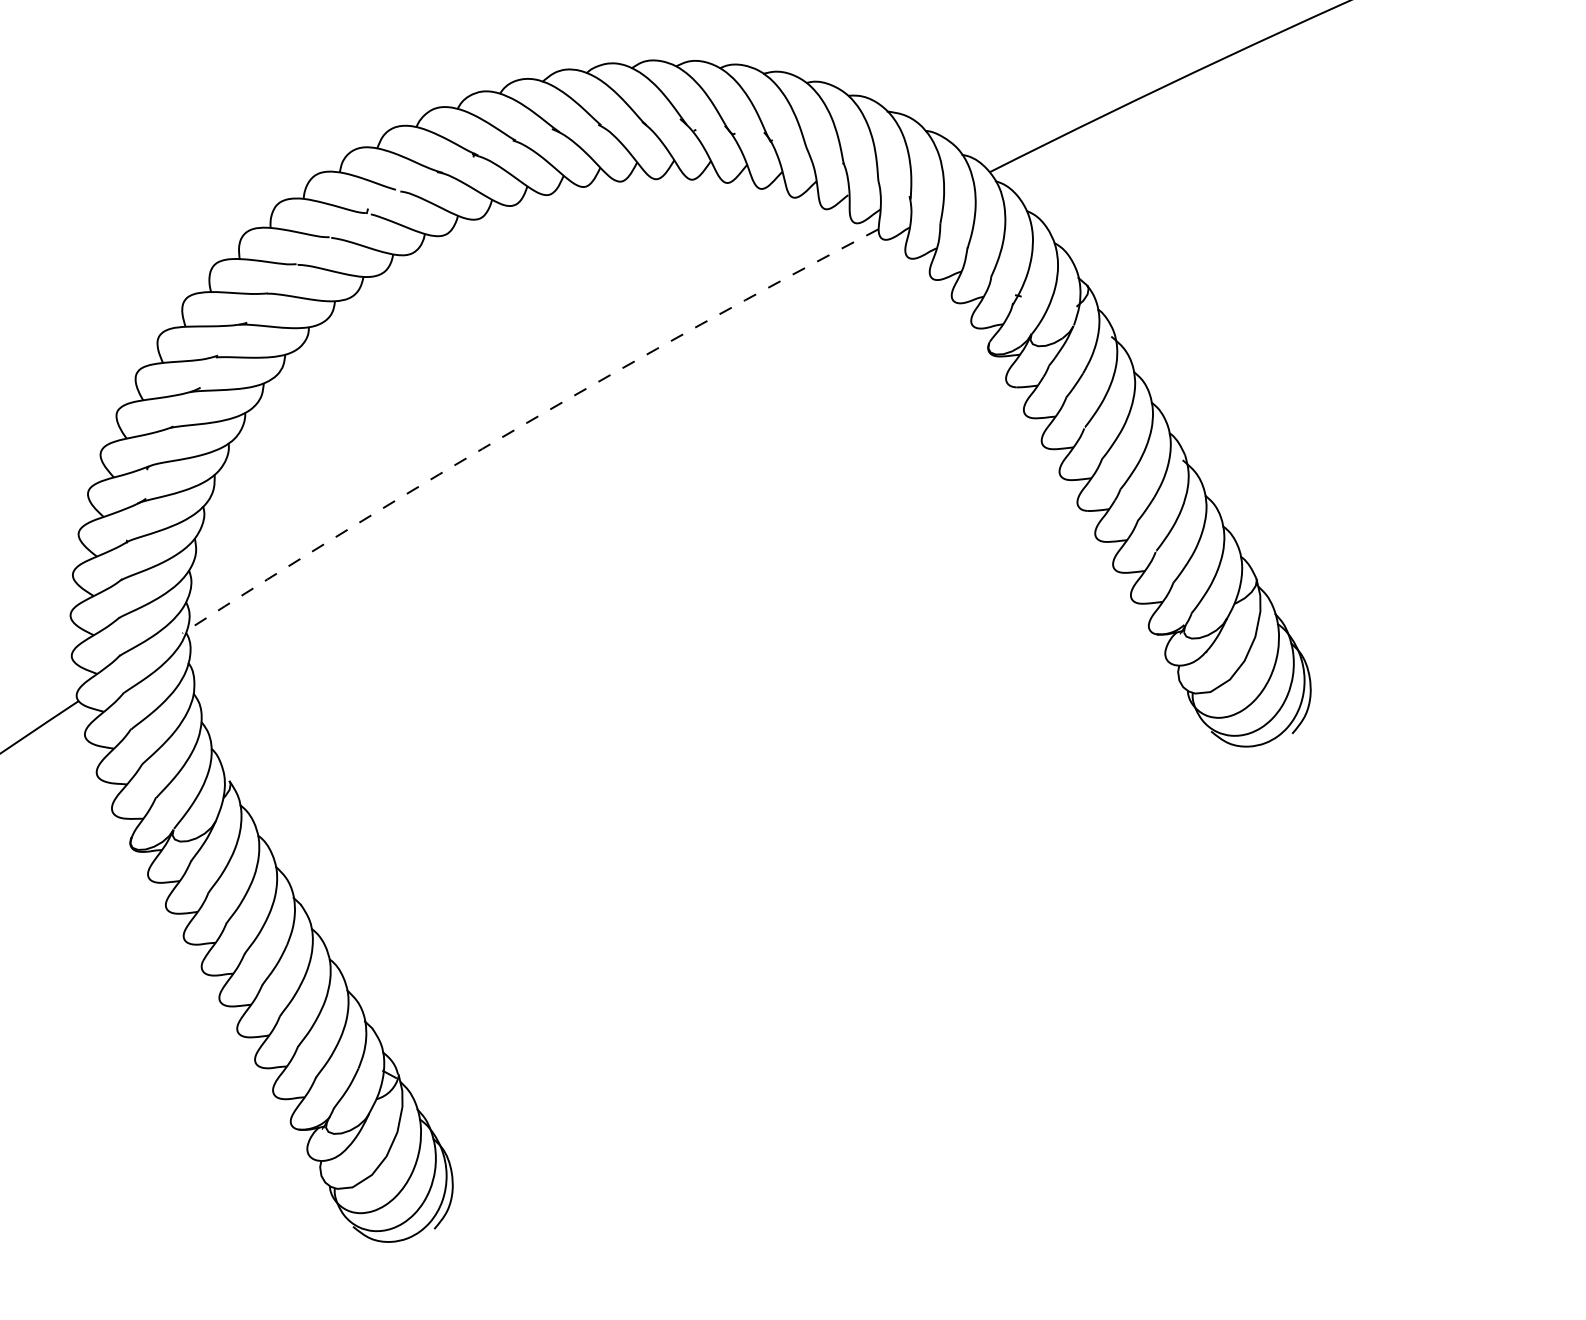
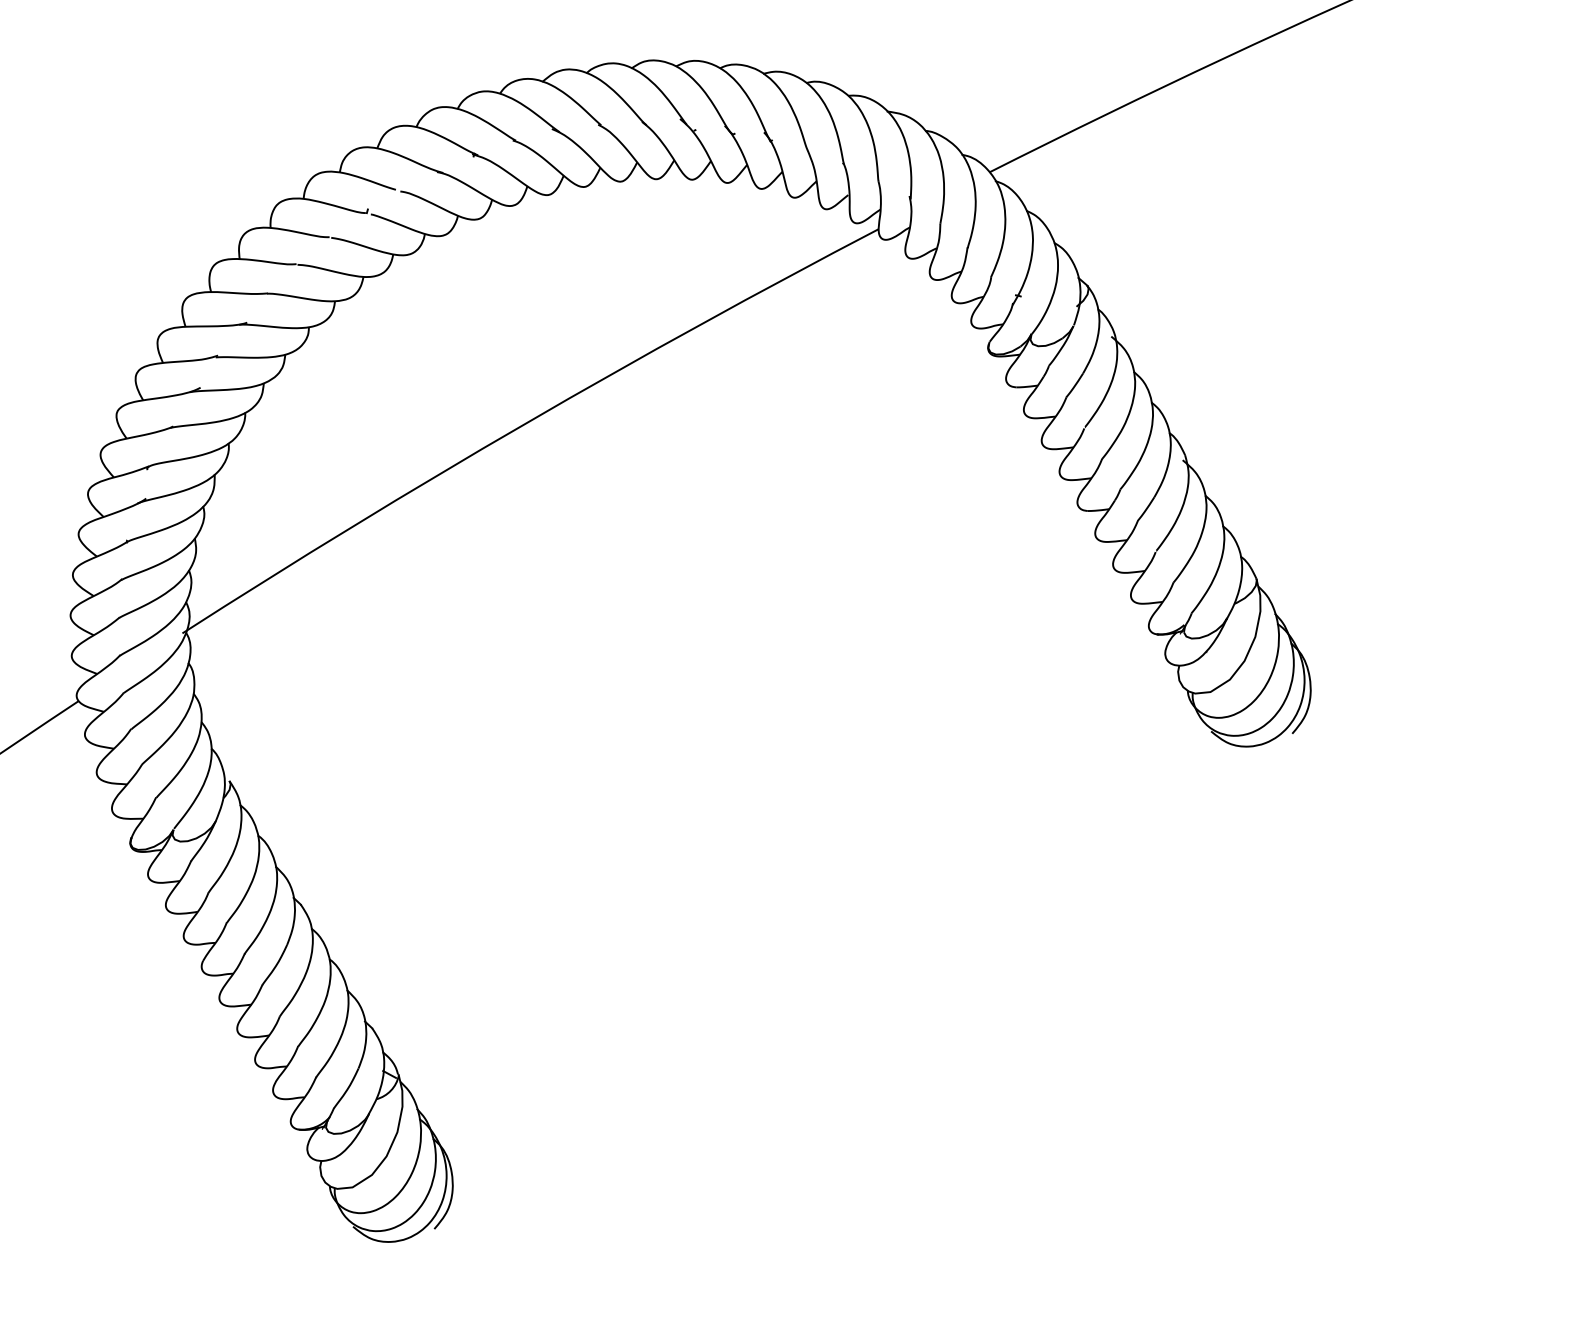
arc at (525, 423): dashed -> solid
